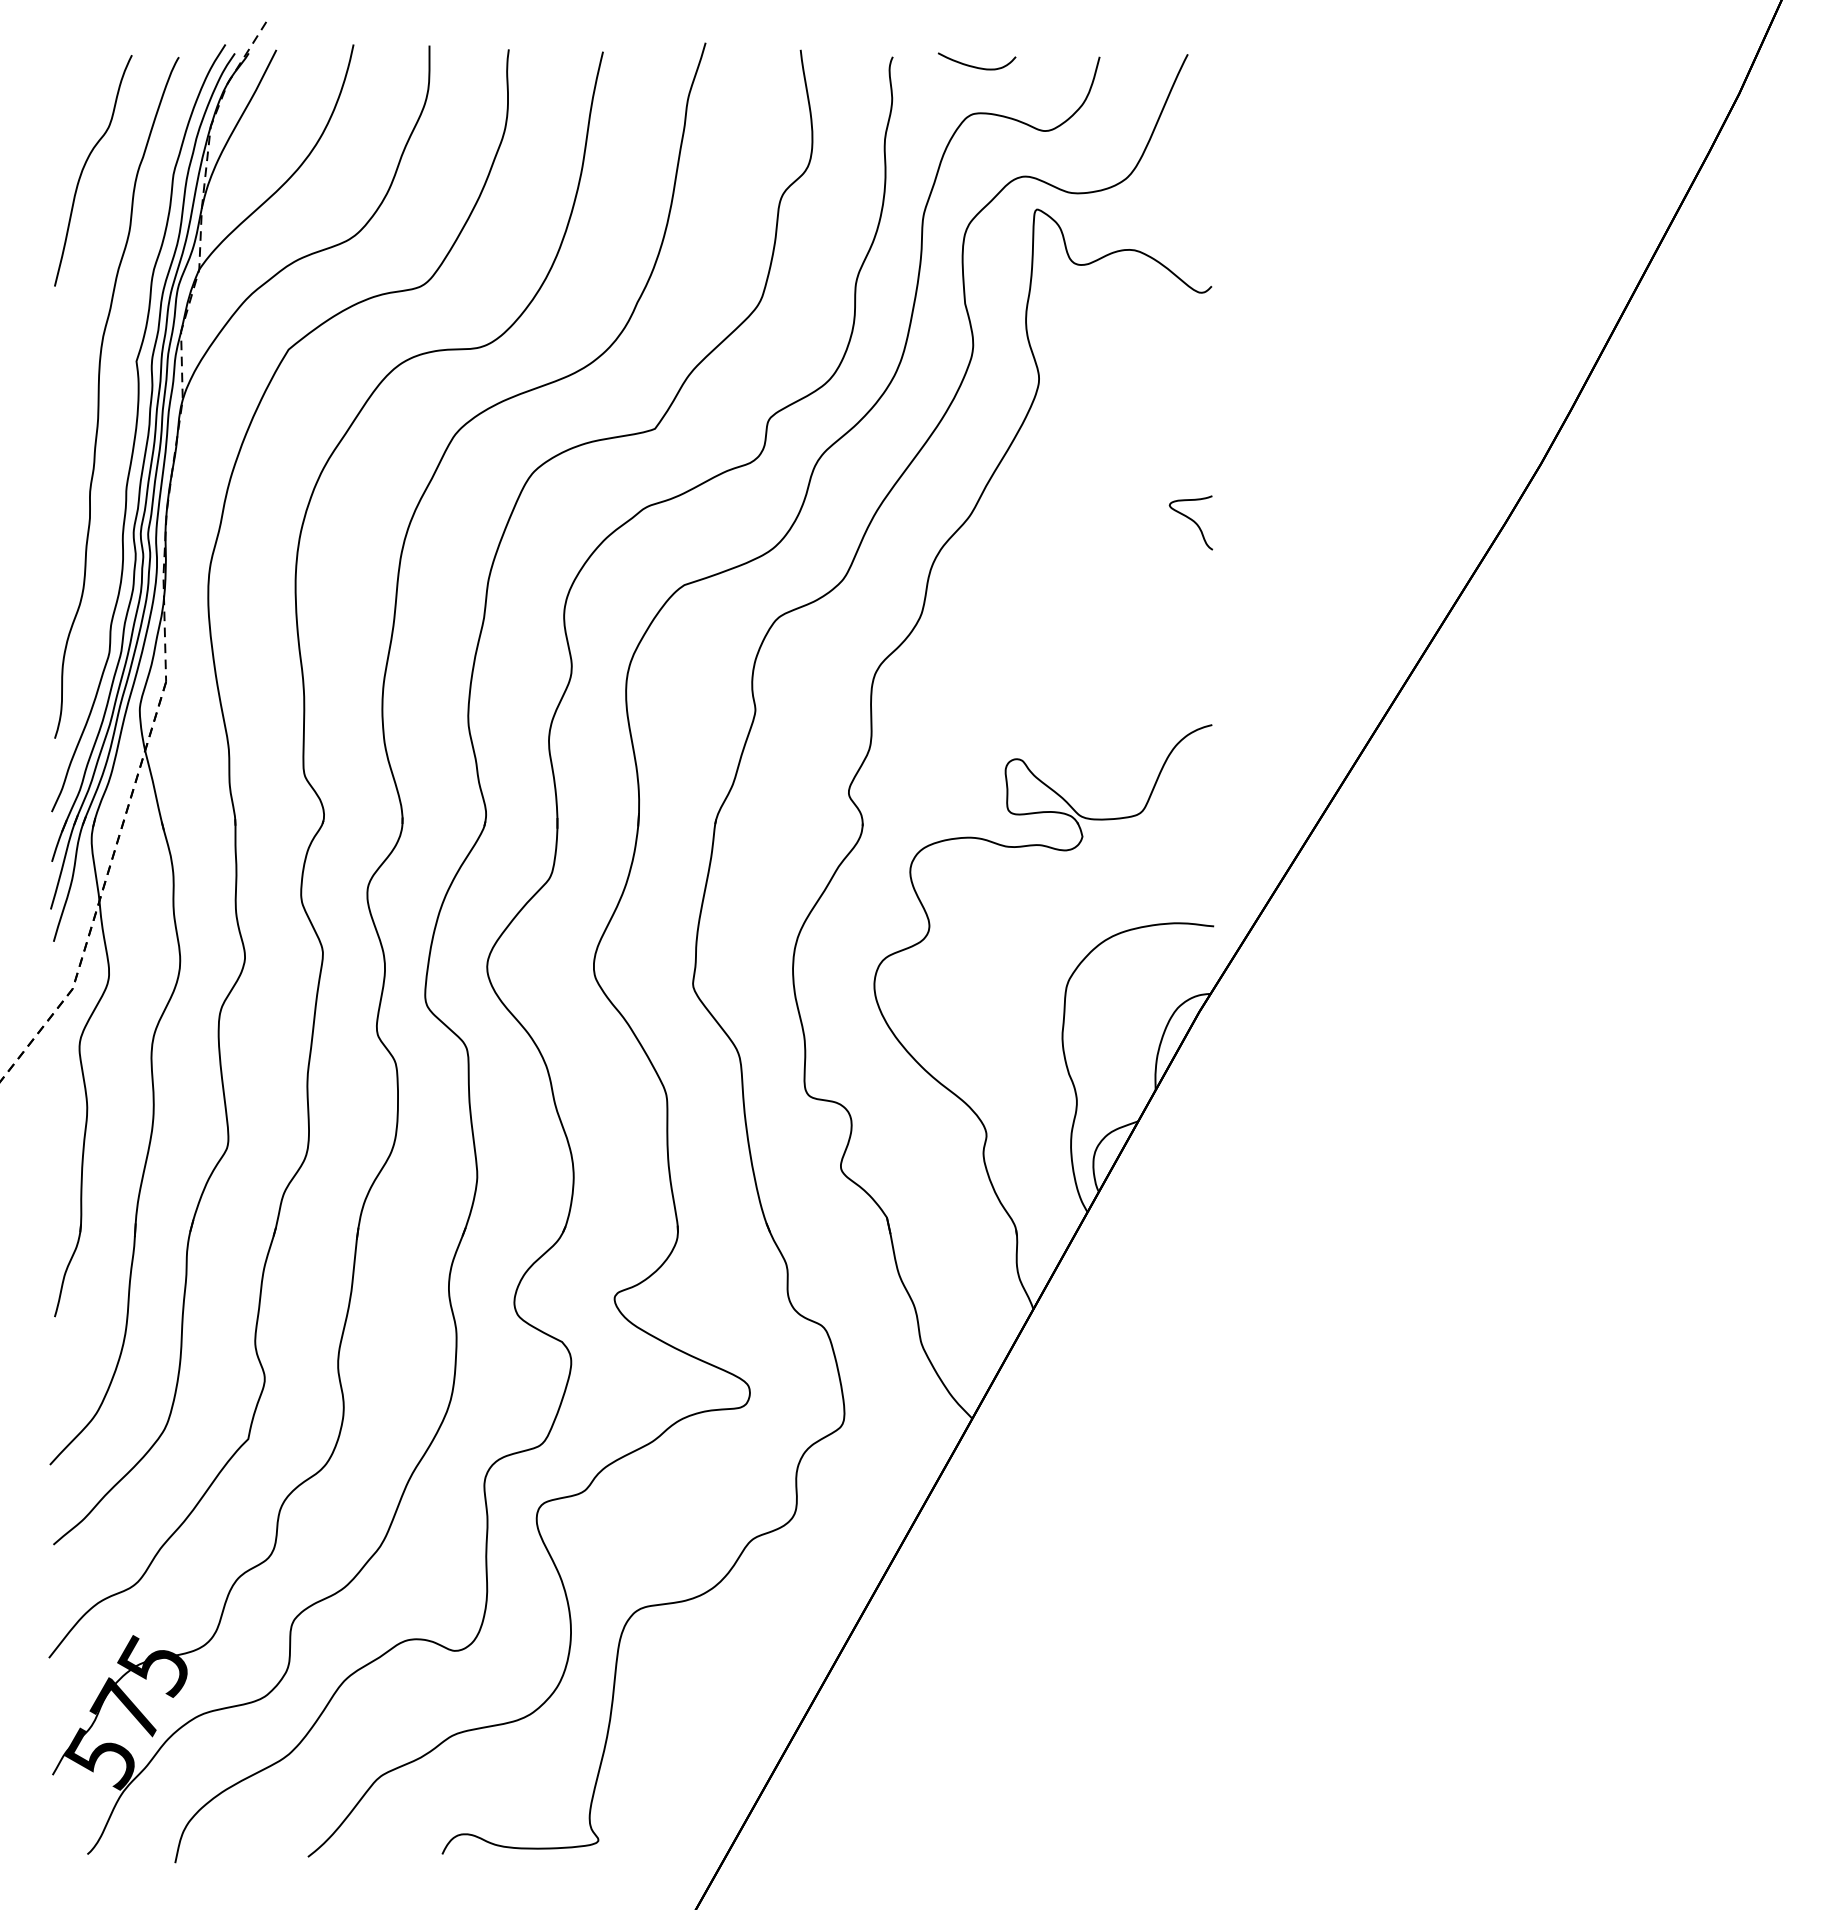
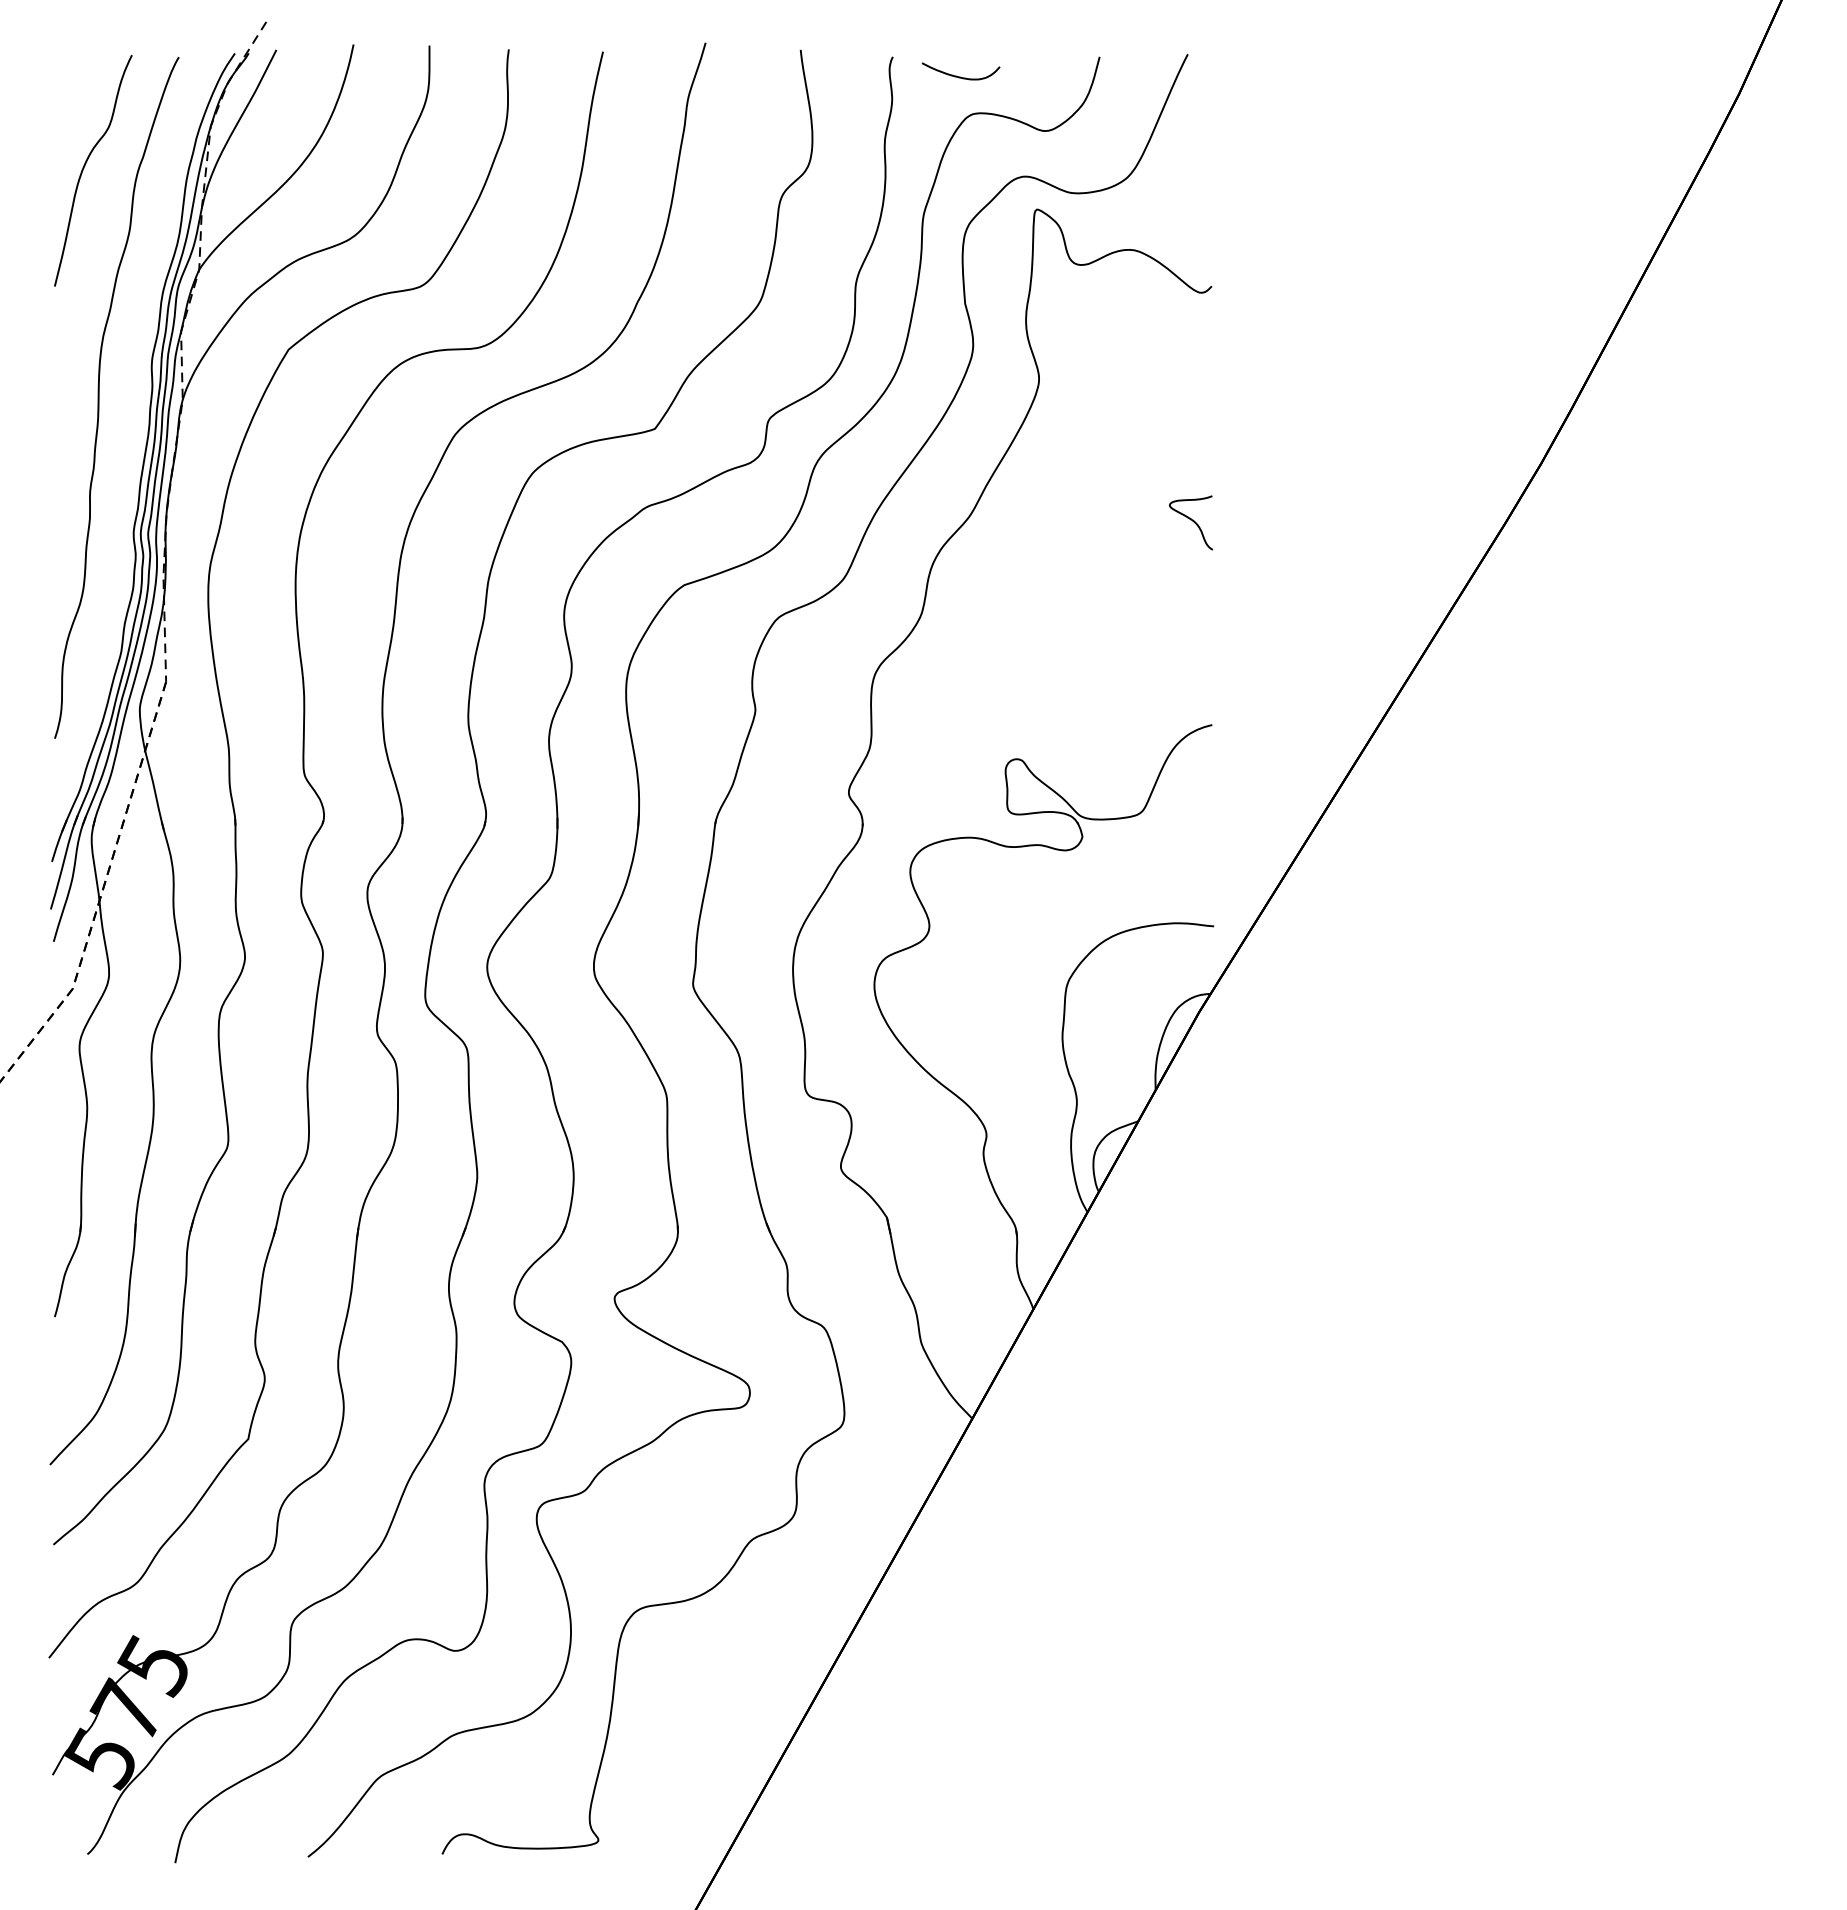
curve at (976, 66) position: (976, 66) -> (960, 76)
curve at (137, 428): present -> none
